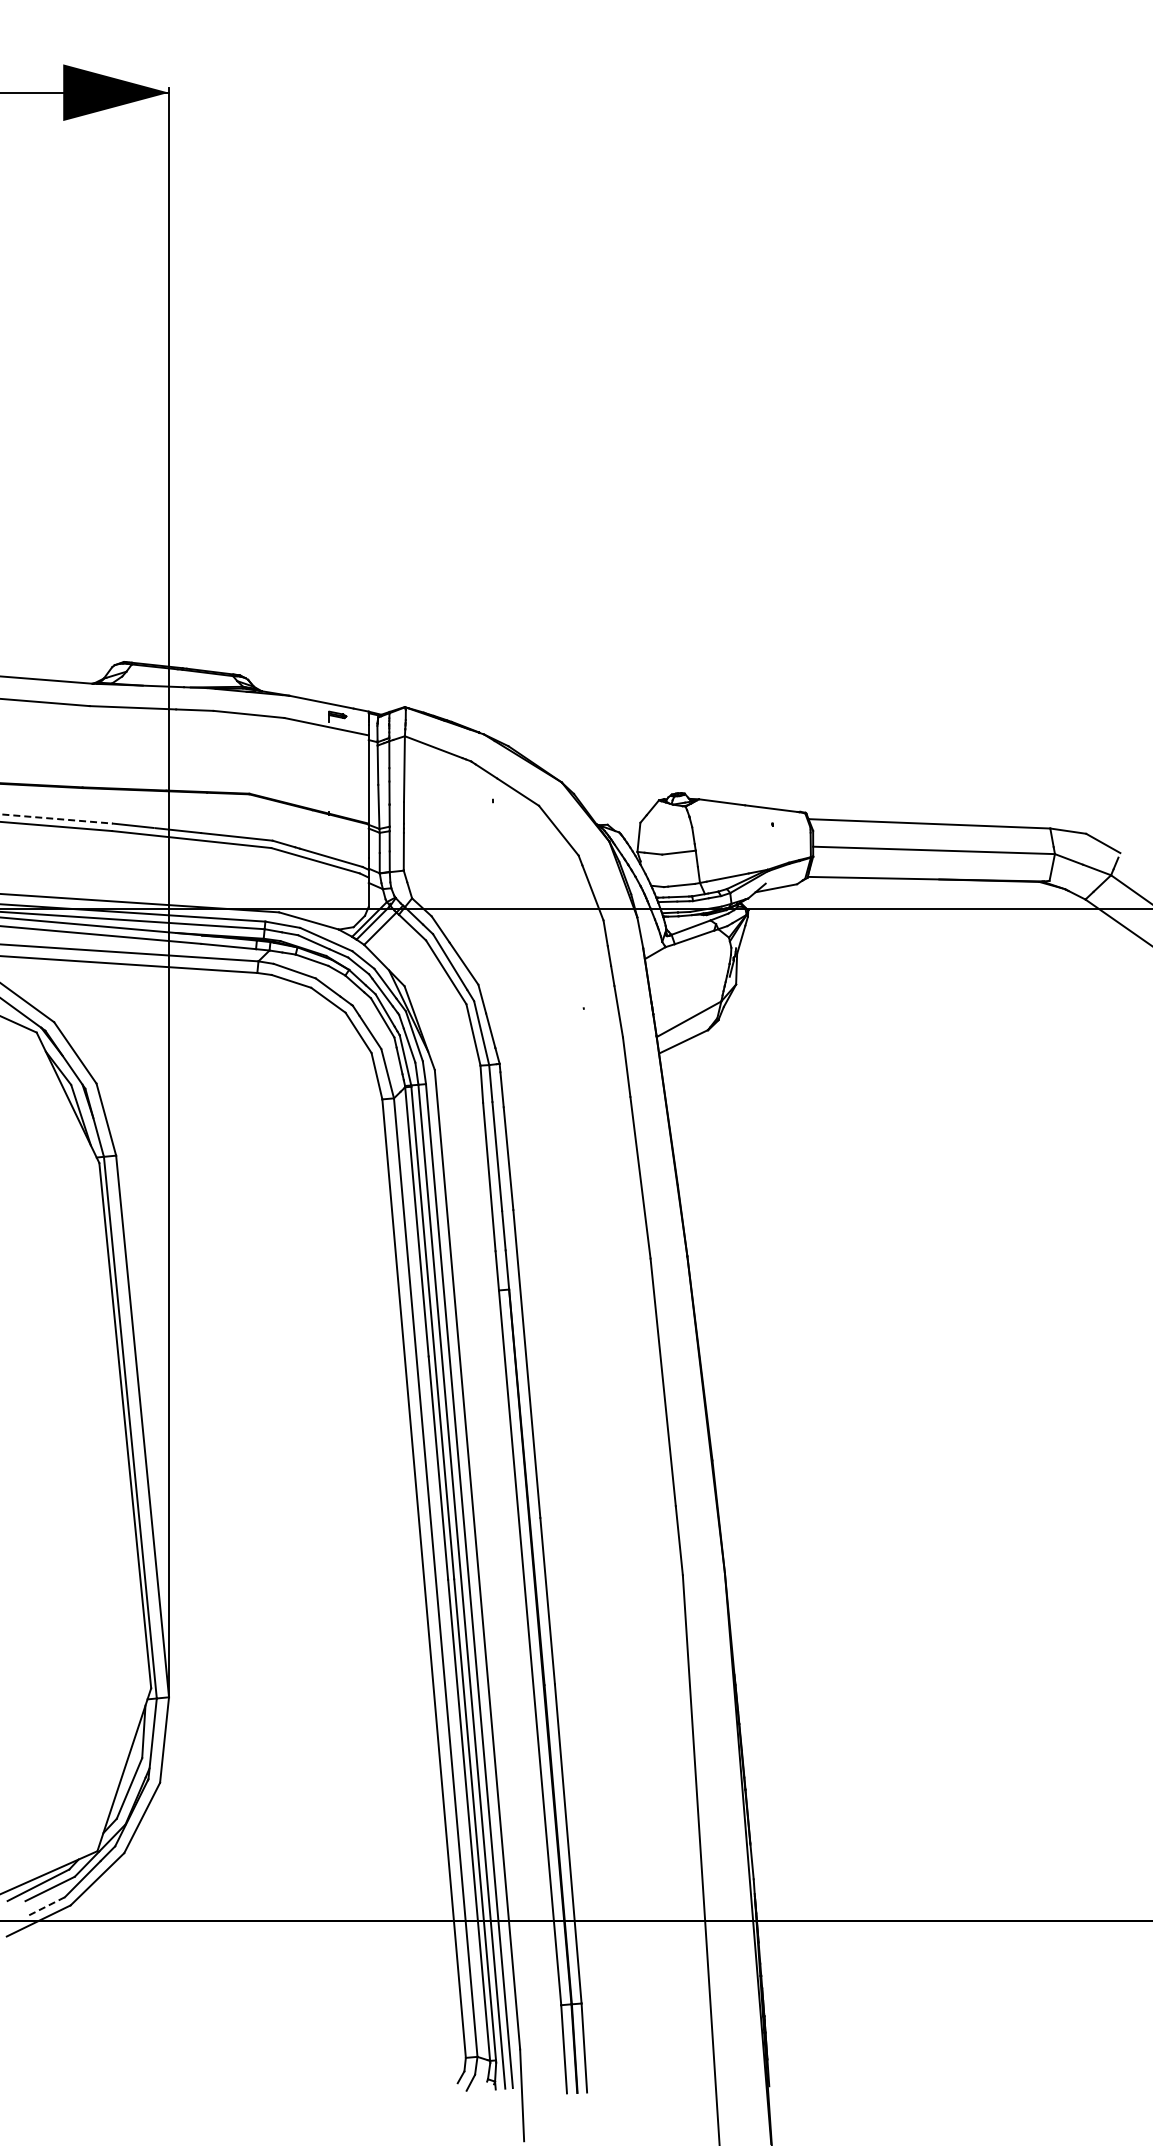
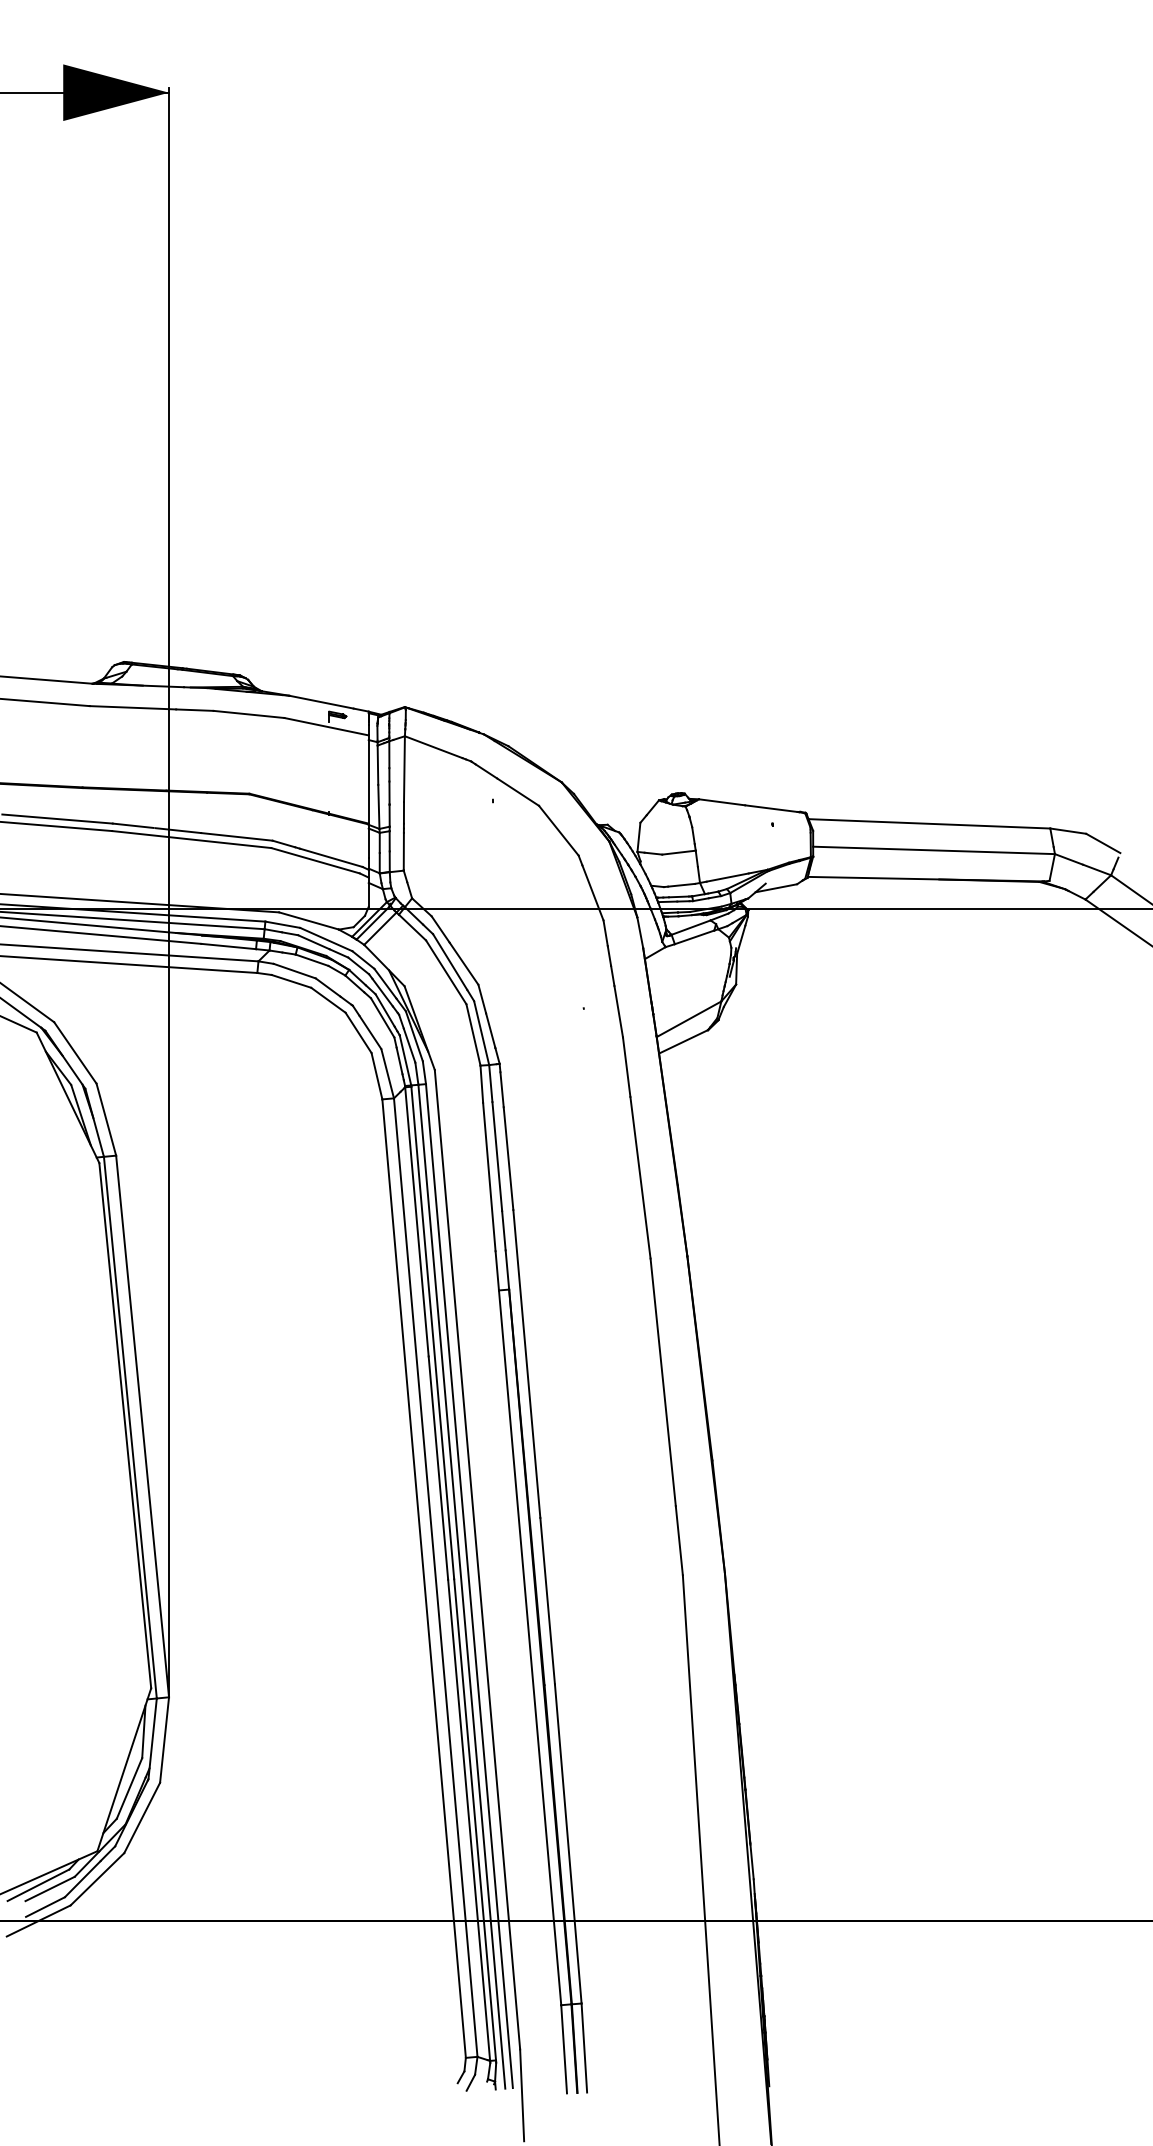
line at (58, 819): dashed -> solid
line at (45, 1907): dashed -> solid
